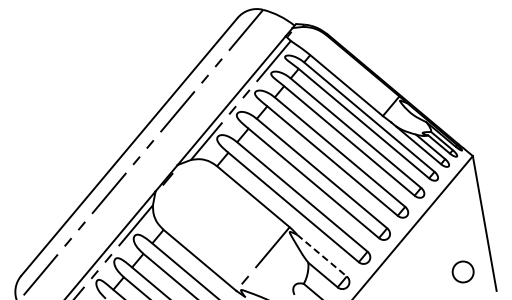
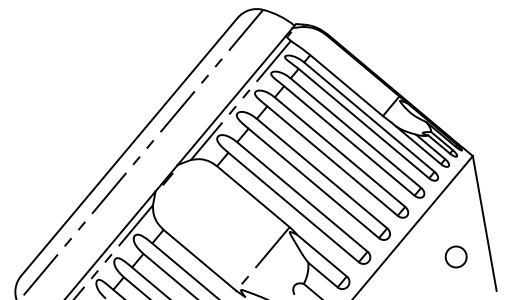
line at (322, 255): dashed -> solid
part at (462, 271) position: (462, 271) -> (455, 256)
